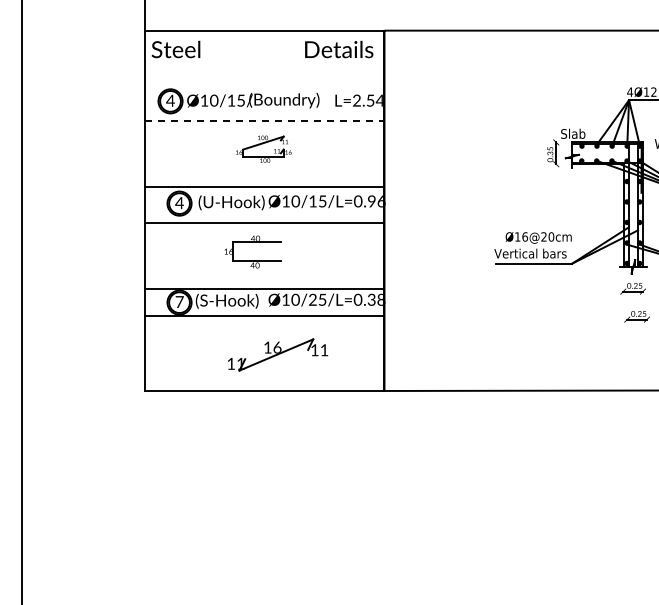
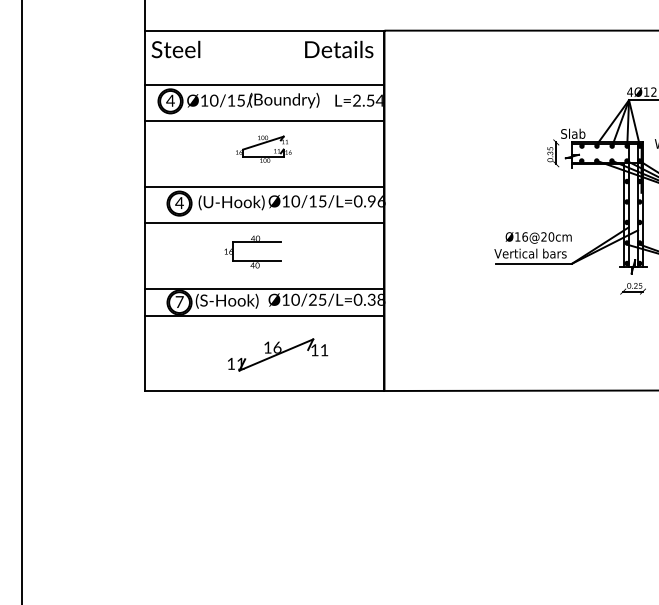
line at (264, 85): none -> present
line at (264, 120): dashed -> solid
part at (636, 316): present -> none
